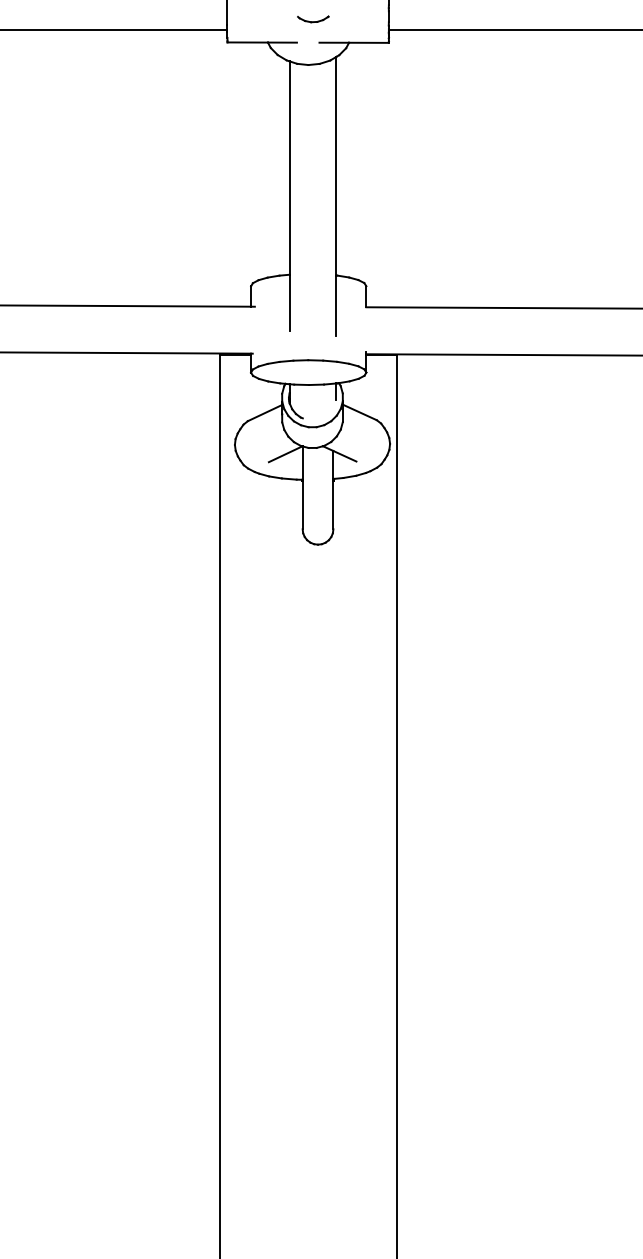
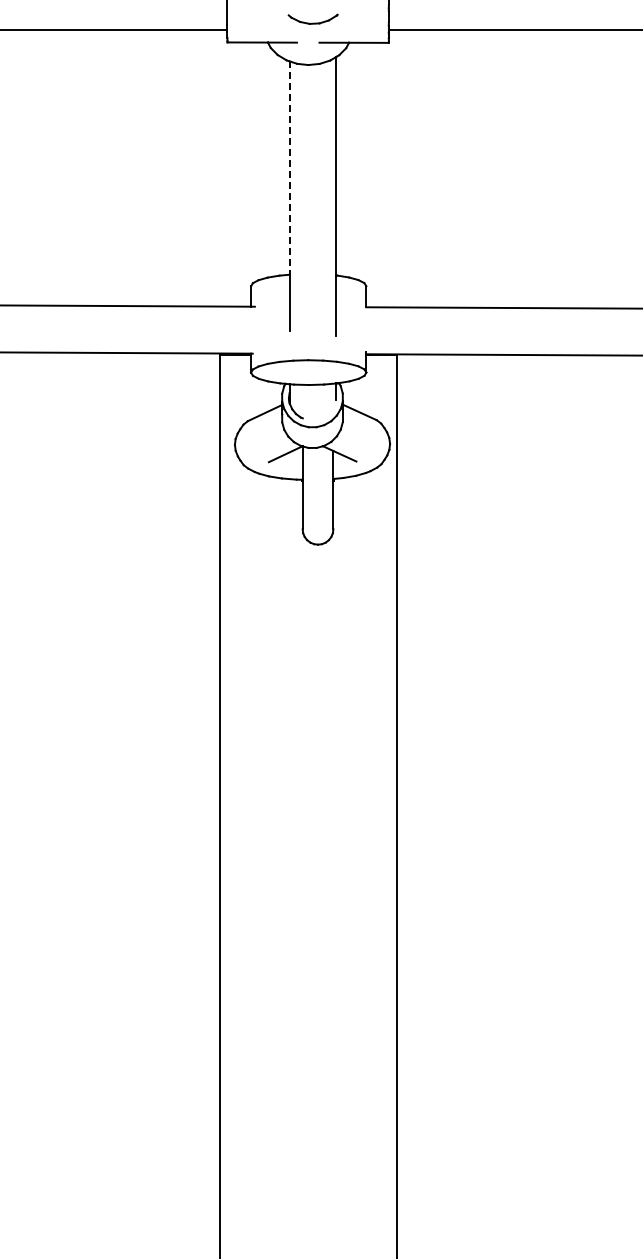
part at (313, 19) size: 33x9 px -> 52x12 px
line at (289, 168): solid -> dashed
